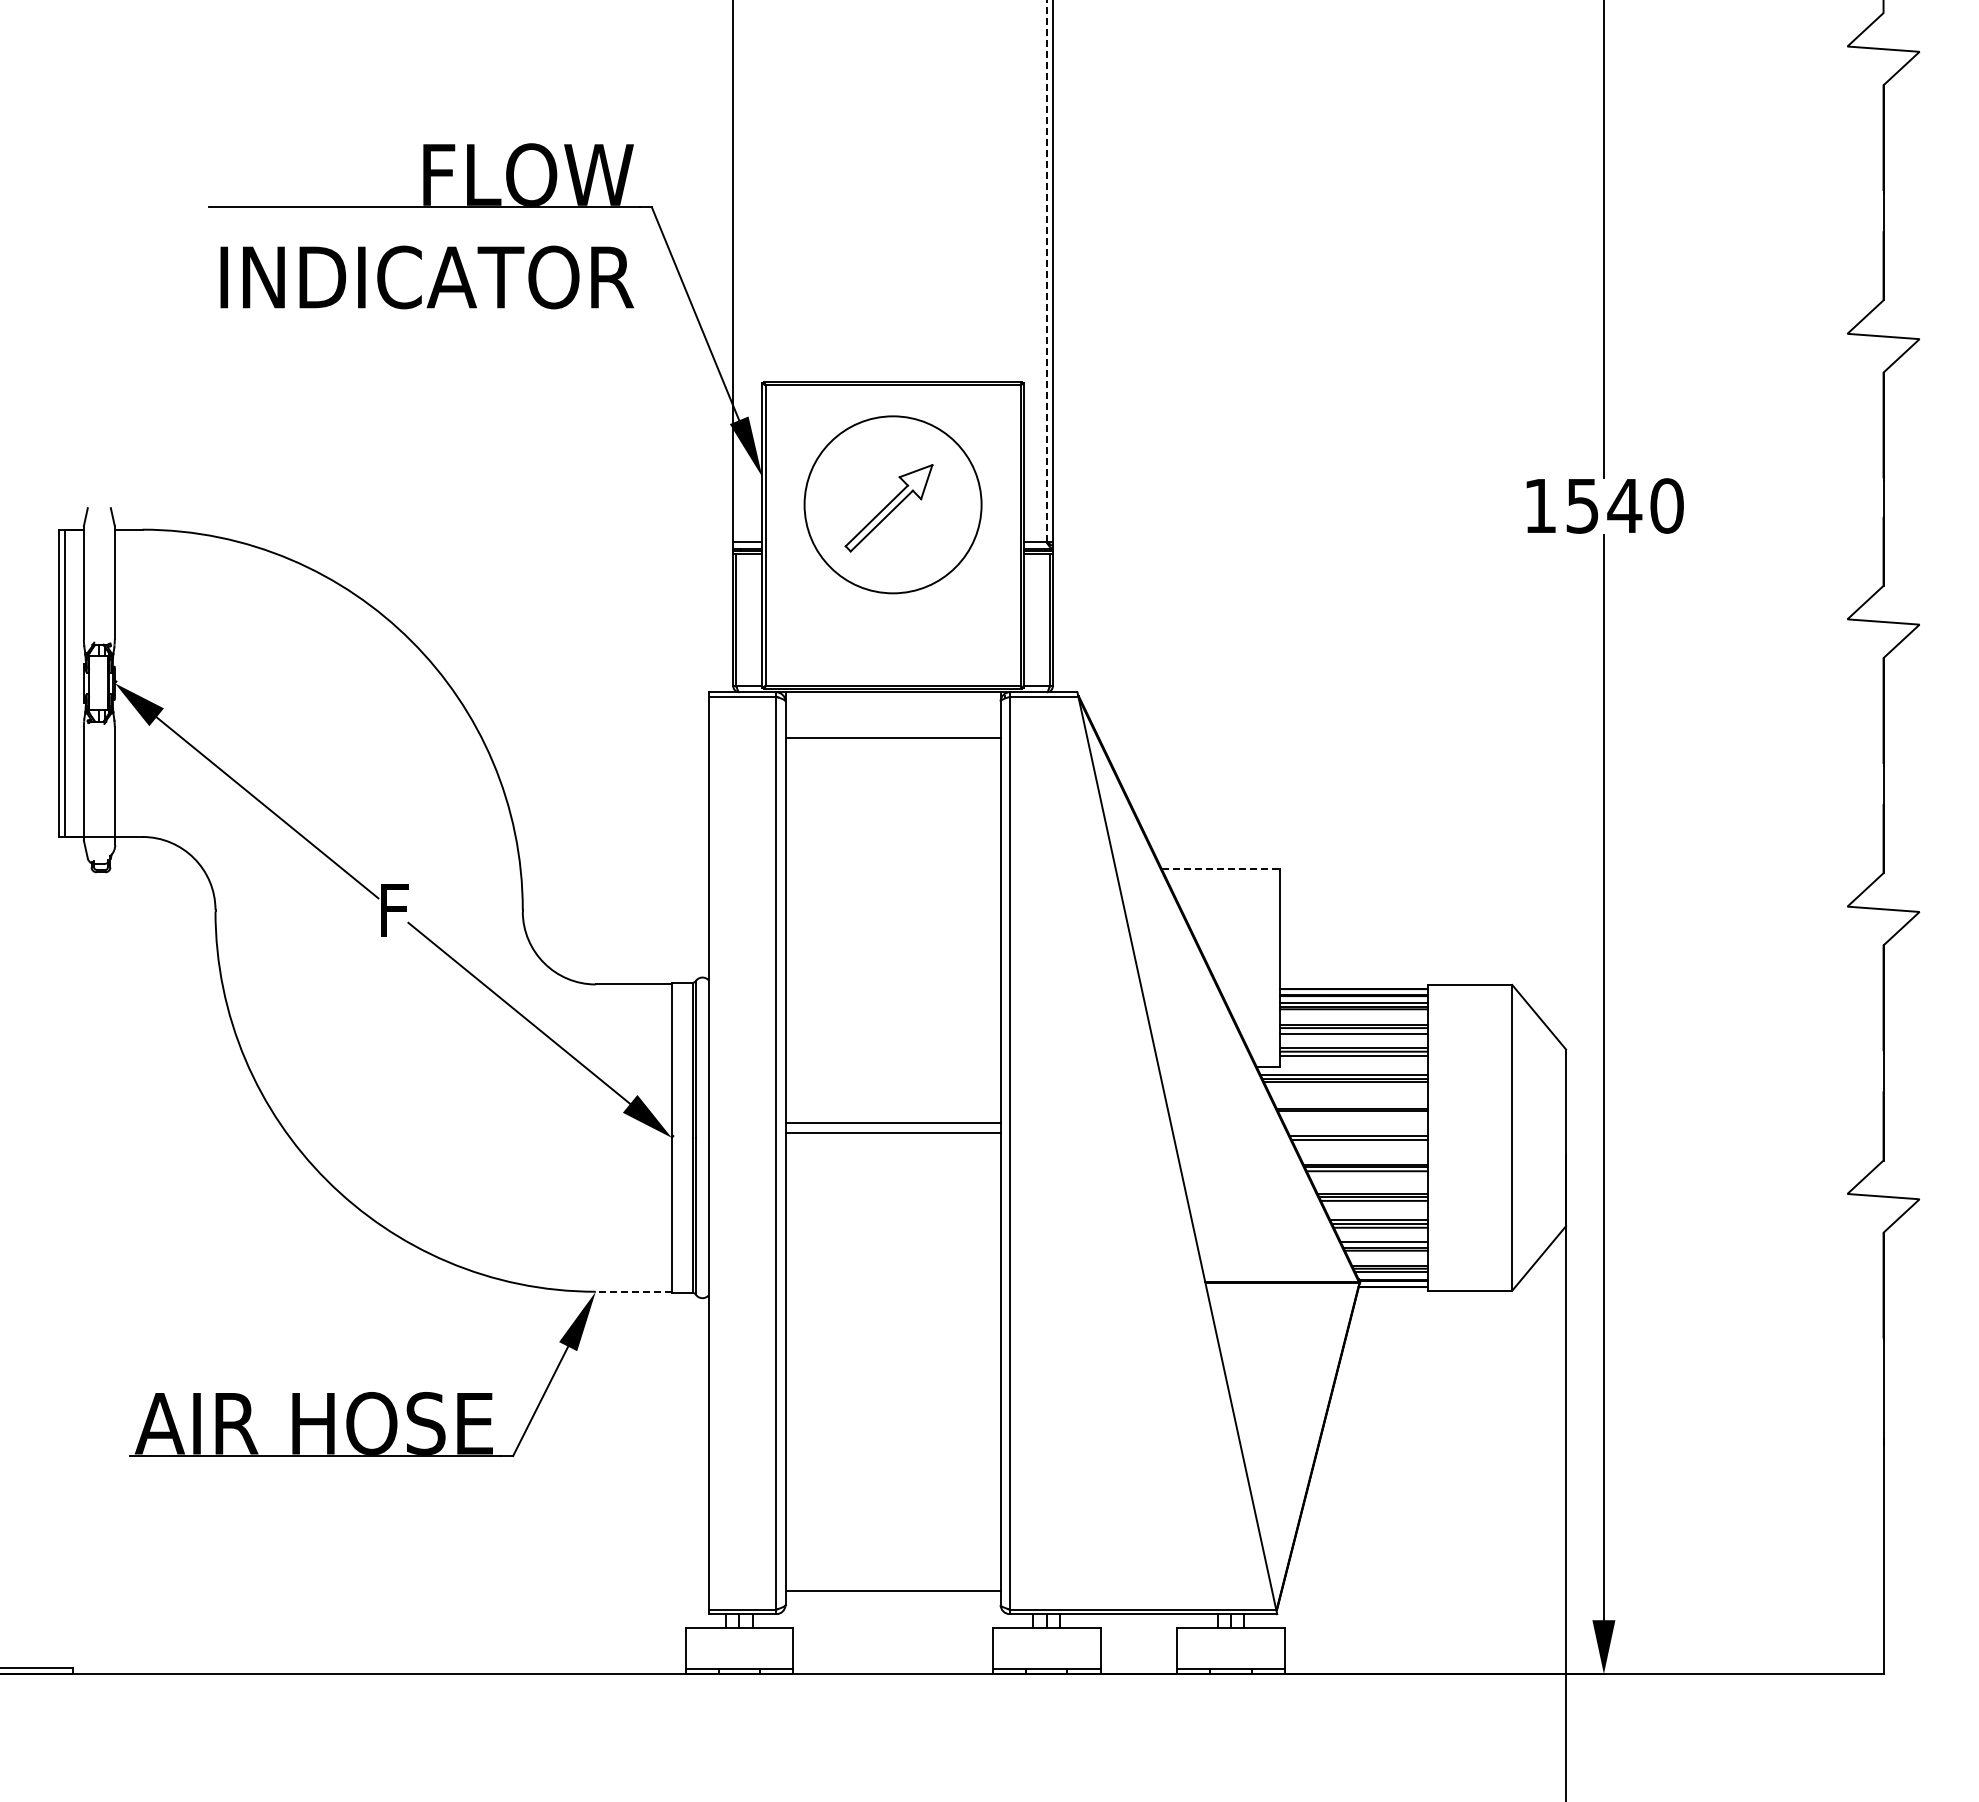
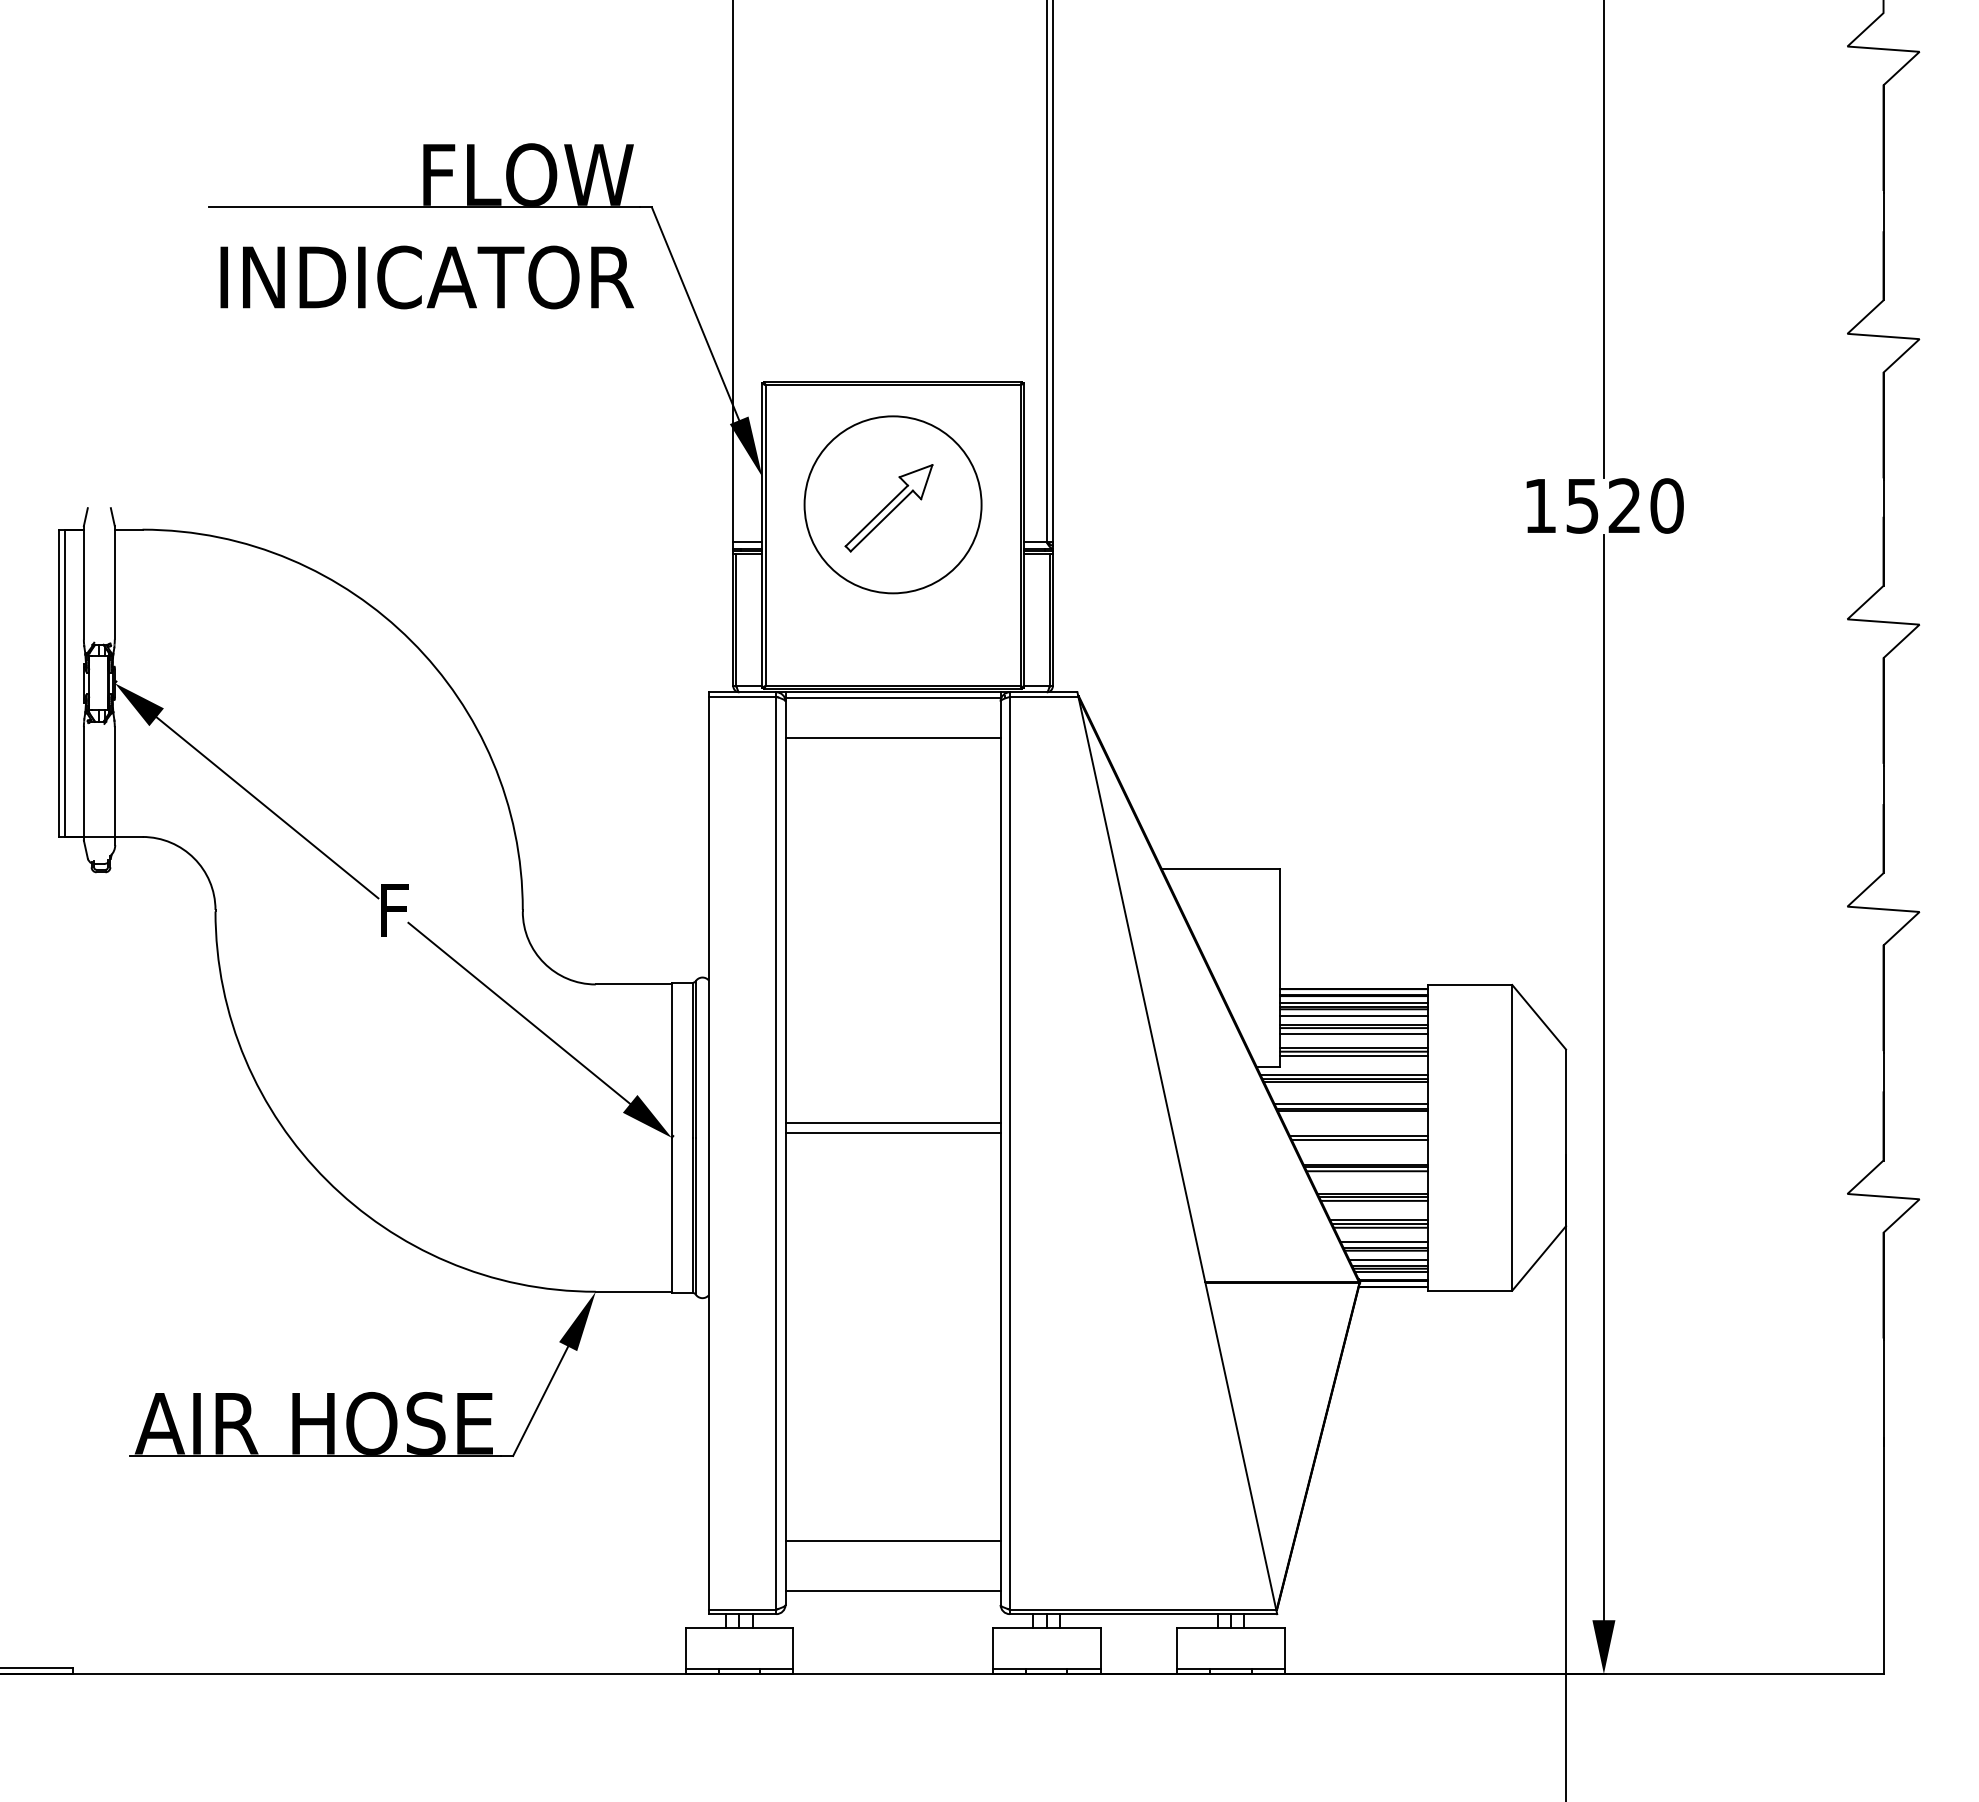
line at (1046, 271): dashed -> solid
text at (1624, 505): 1540 -> 1520
line at (892, 698): none -> present
line at (1221, 868): dashed -> solid
line at (1353, 1015): none -> present
line at (1350, 1104): none -> present
line at (1388, 1259): none -> present
line at (633, 1291): dashed -> solid
line at (892, 1540): none -> present
